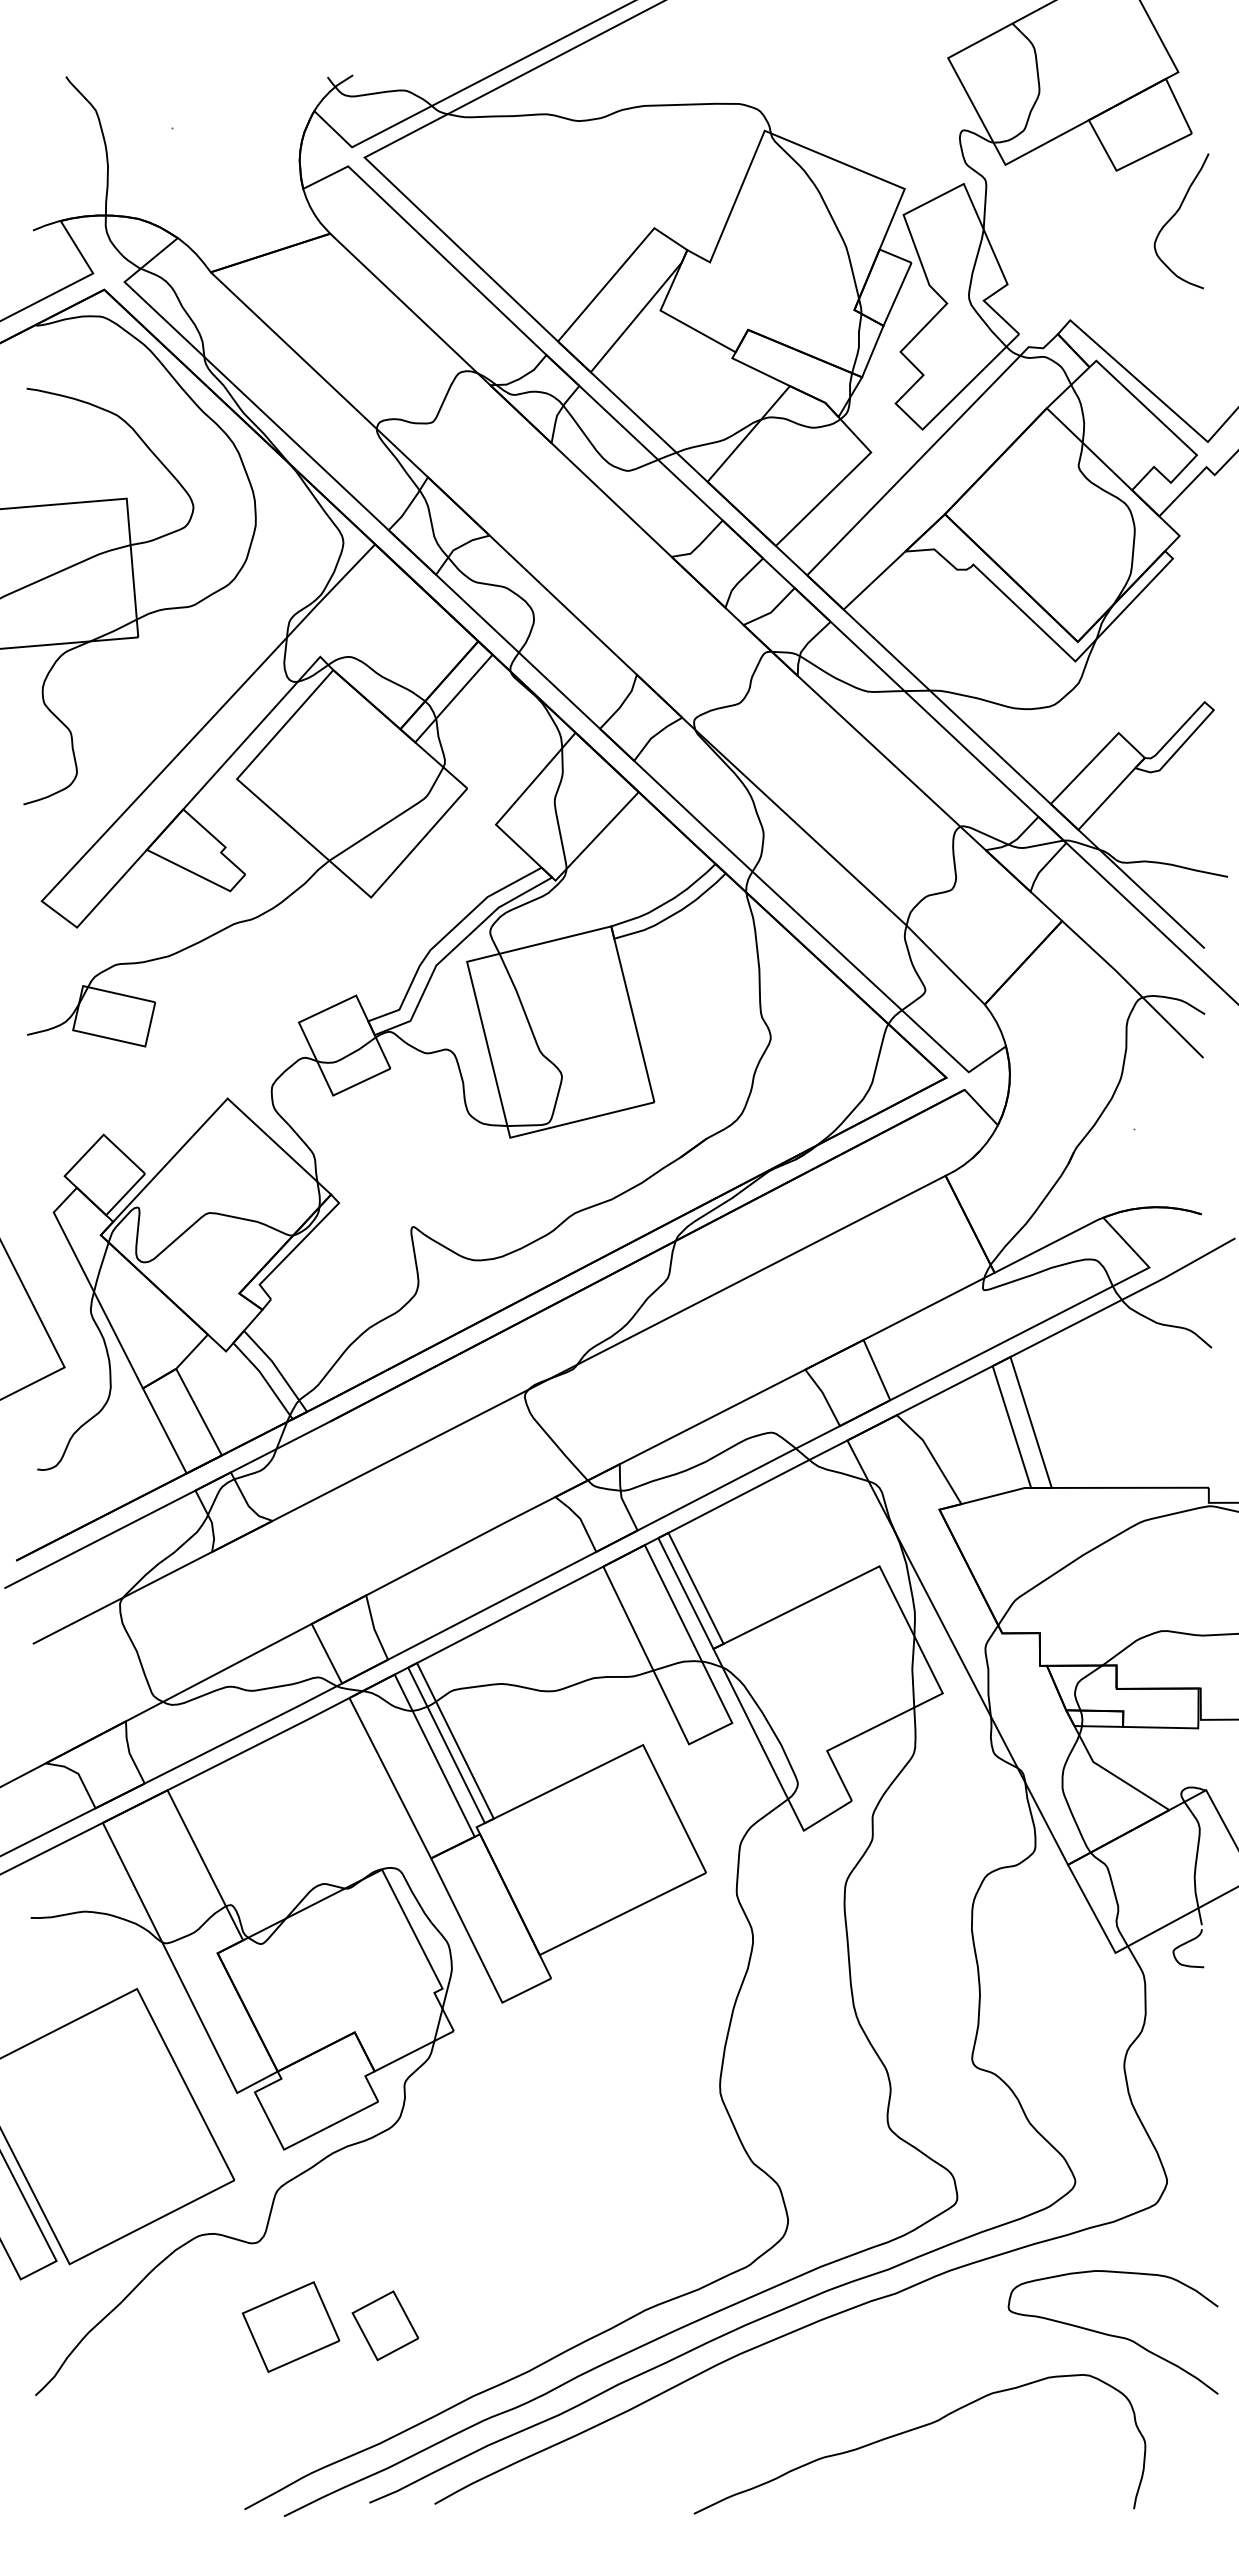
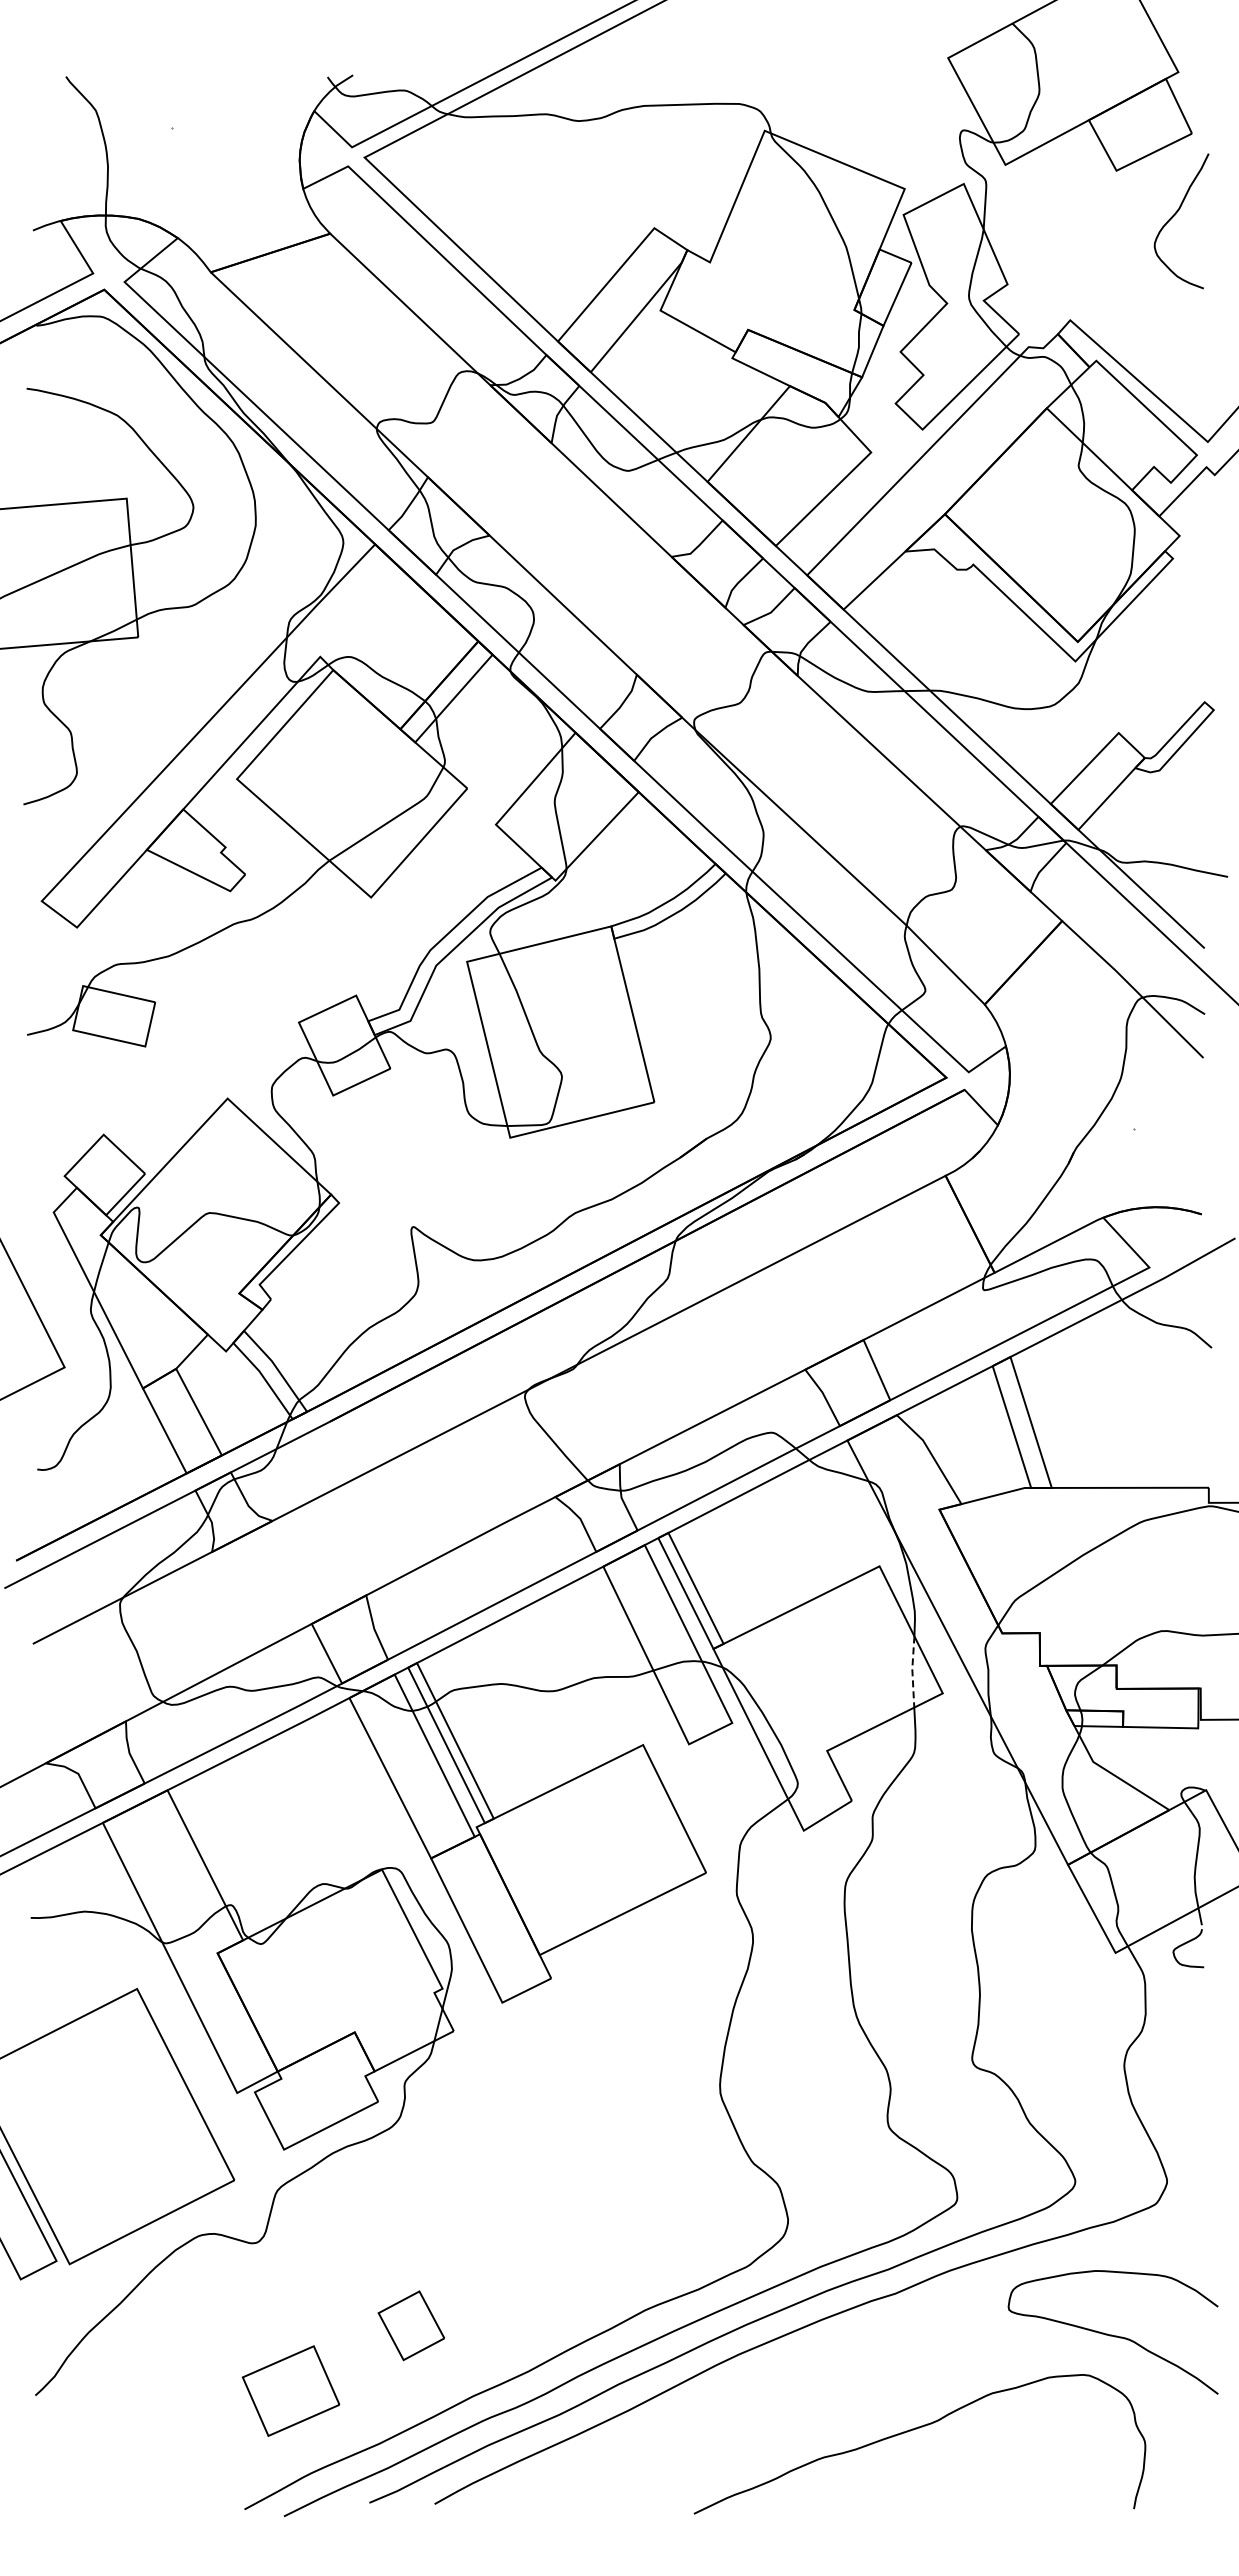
line at (912, 1672): solid -> dashed
part at (384, 2325) position: (384, 2325) -> (410, 2325)
part at (290, 2326) position: (290, 2326) -> (290, 2390)
